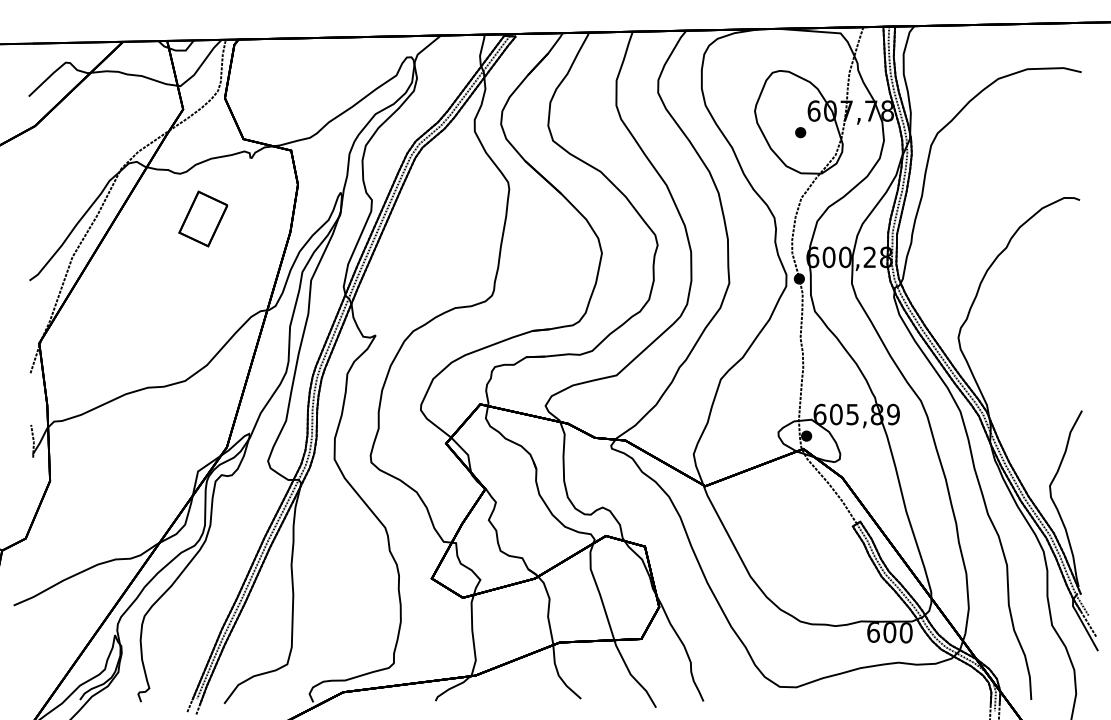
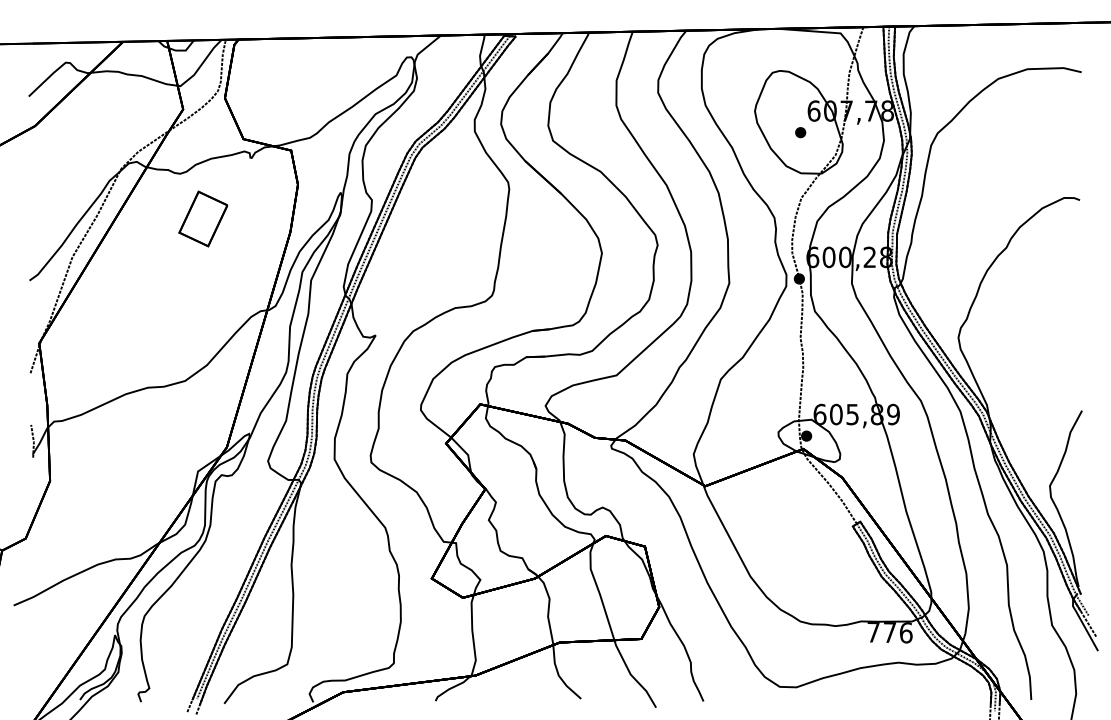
text at (889, 632): 600 -> 776
